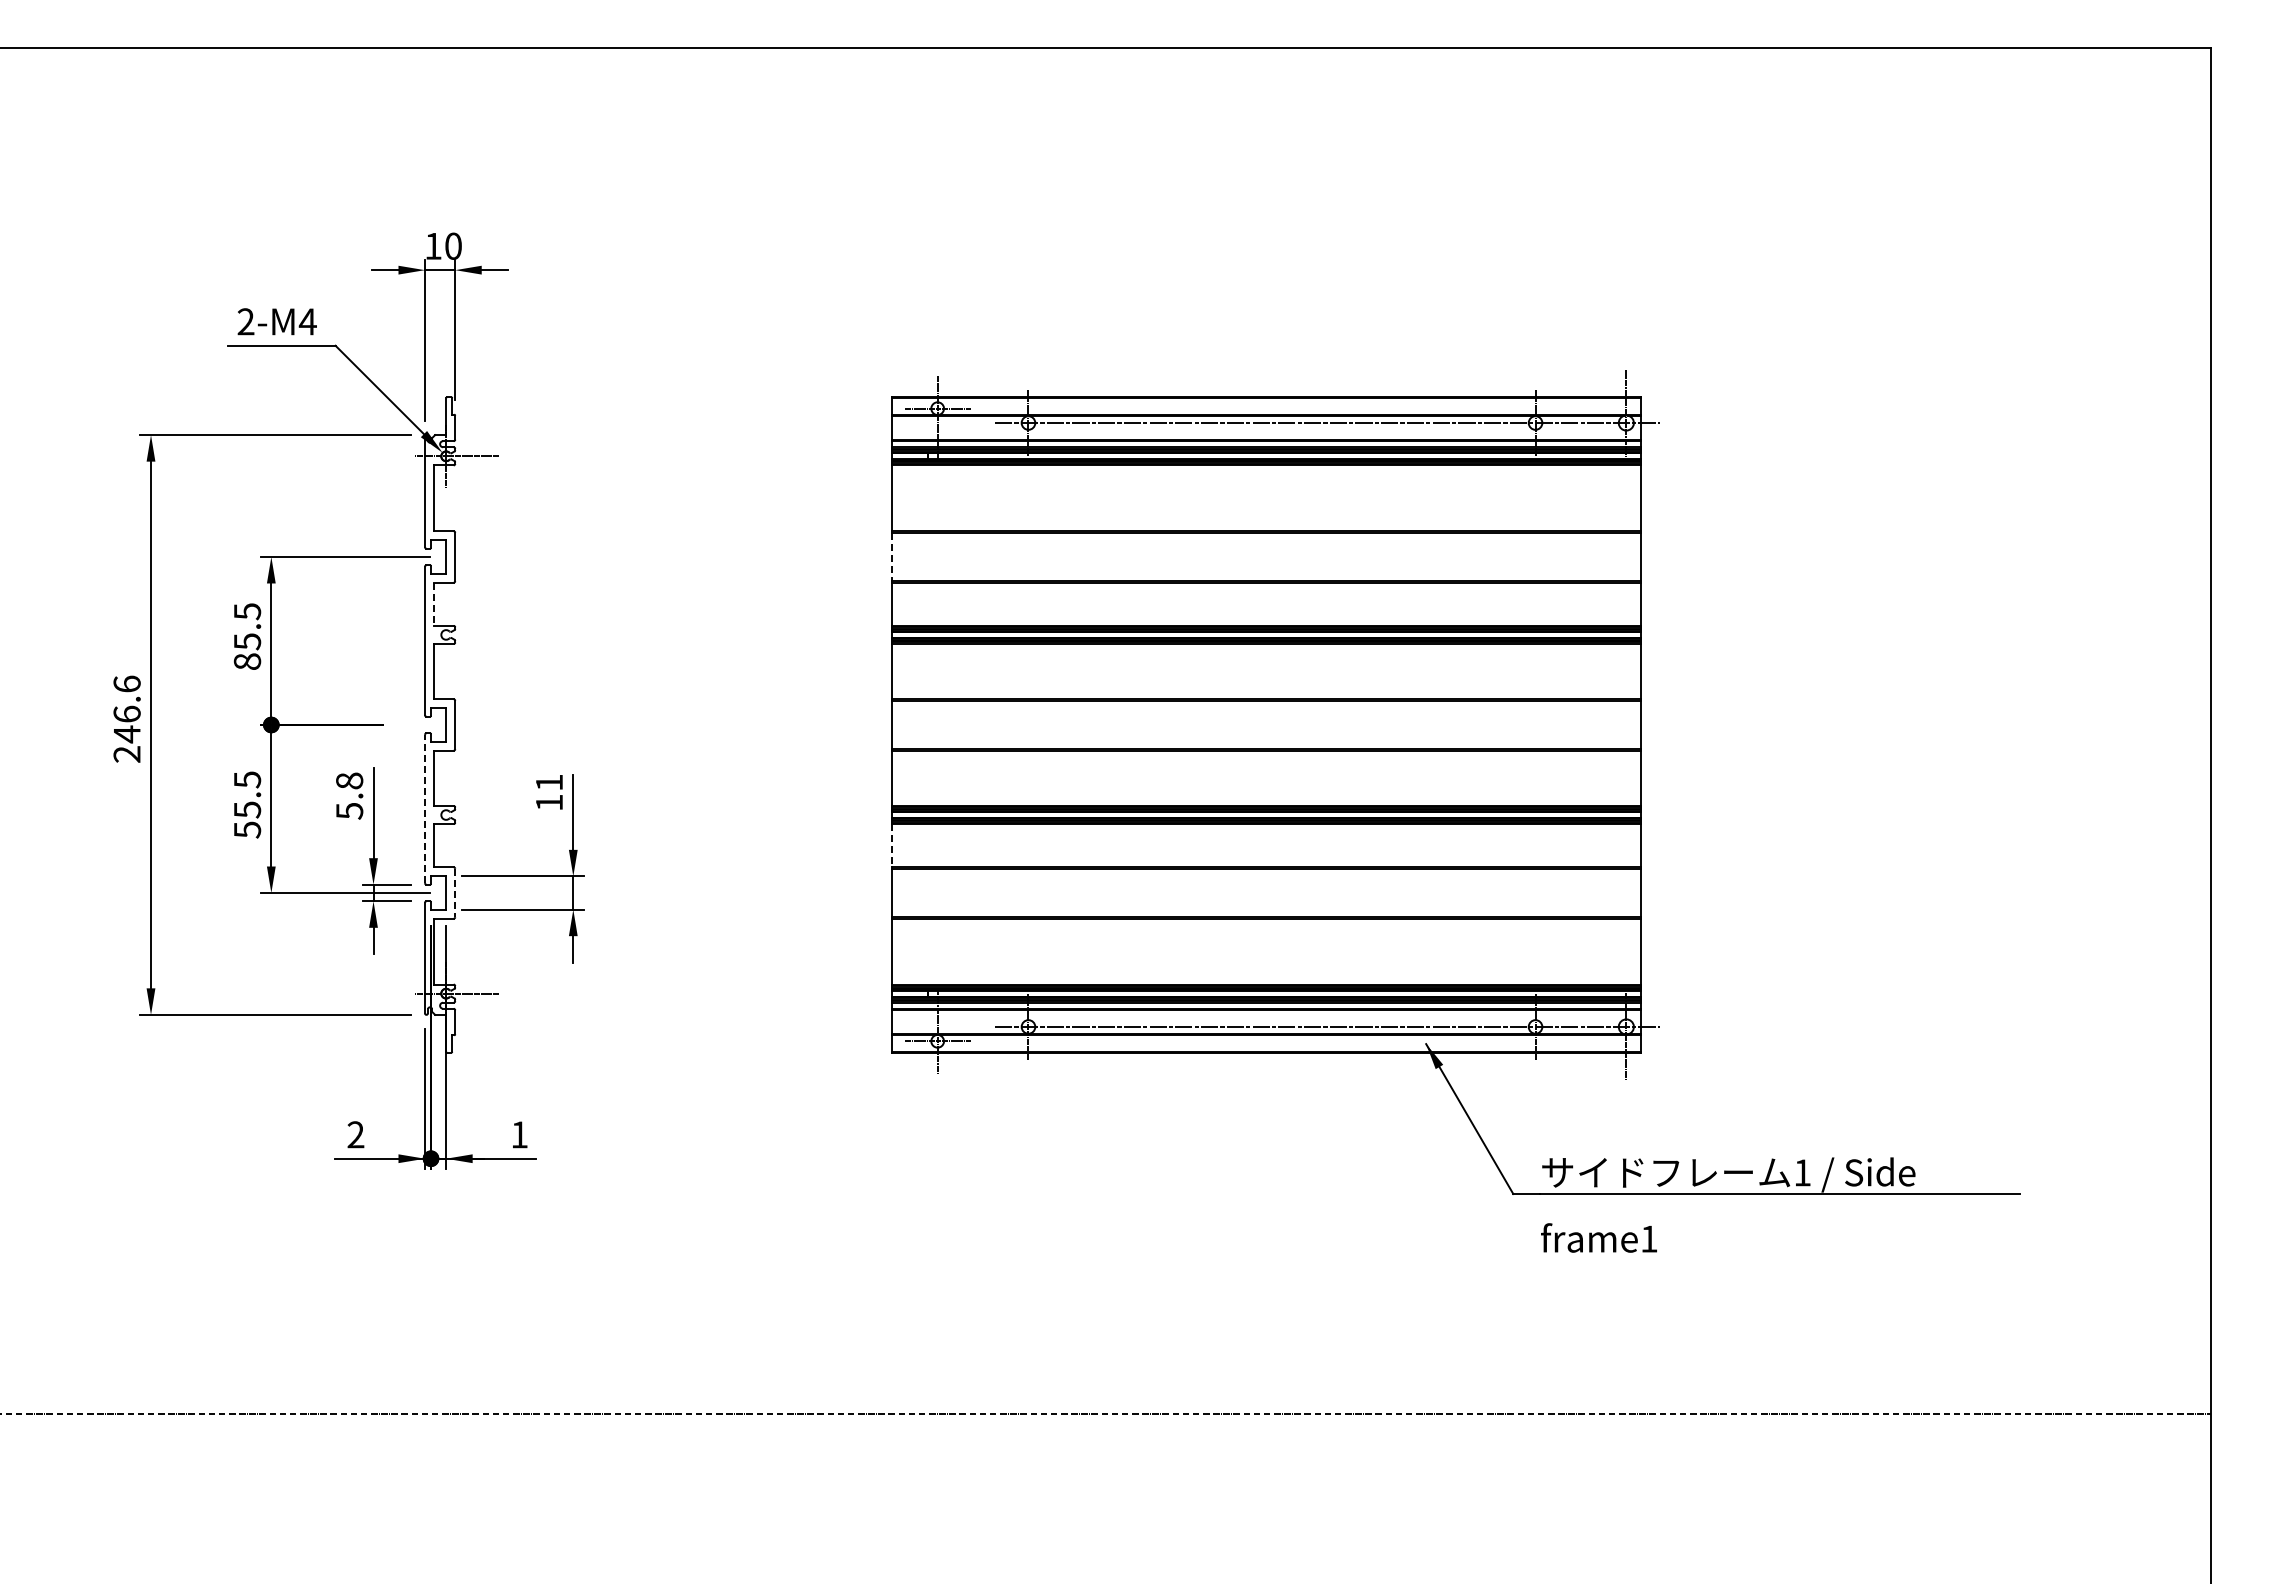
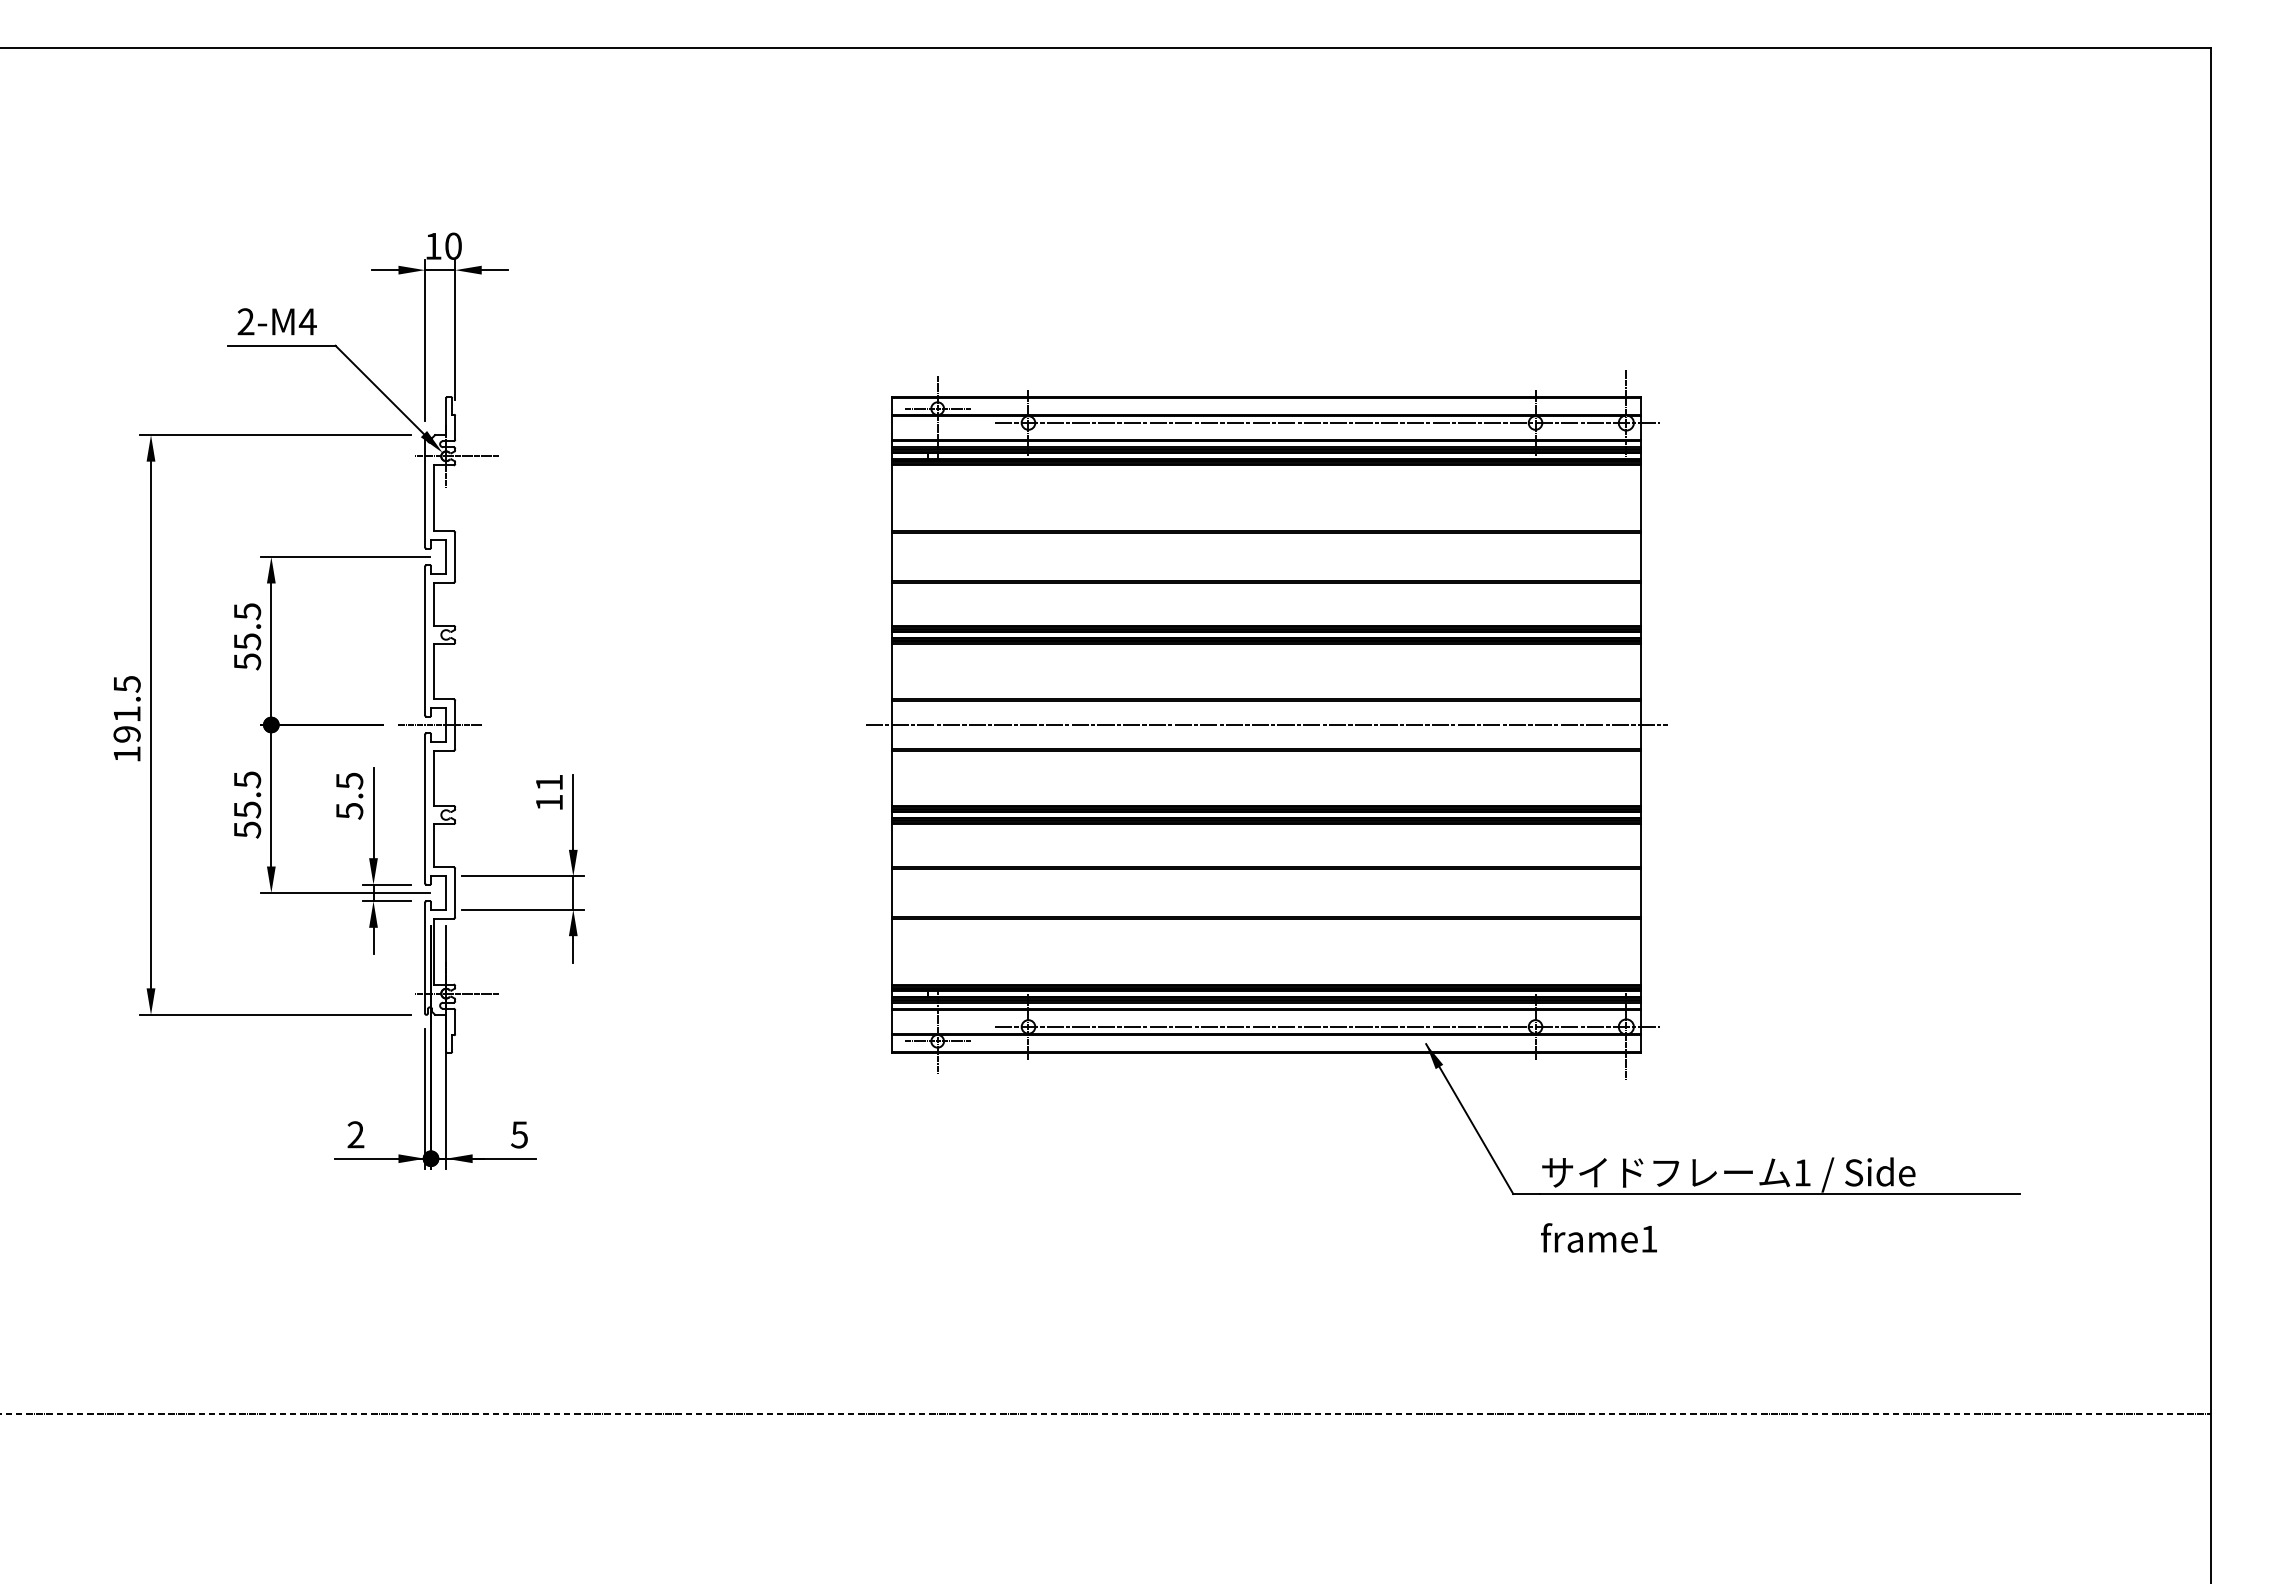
line at (892, 557): dashed -> solid
line at (434, 604): dashed -> solid
text at (246, 661): 85.5 -> 55.5
text at (126, 718): 246.6 -> 191.5
line at (439, 724): none -> present
line at (1266, 724): none -> present
text at (349, 780): 5.8 -> 5.5
line at (424, 808): dashed -> solid
line at (892, 845): dashed -> solid
line at (455, 893): dashed -> solid
text at (519, 1134): 1 -> 5
